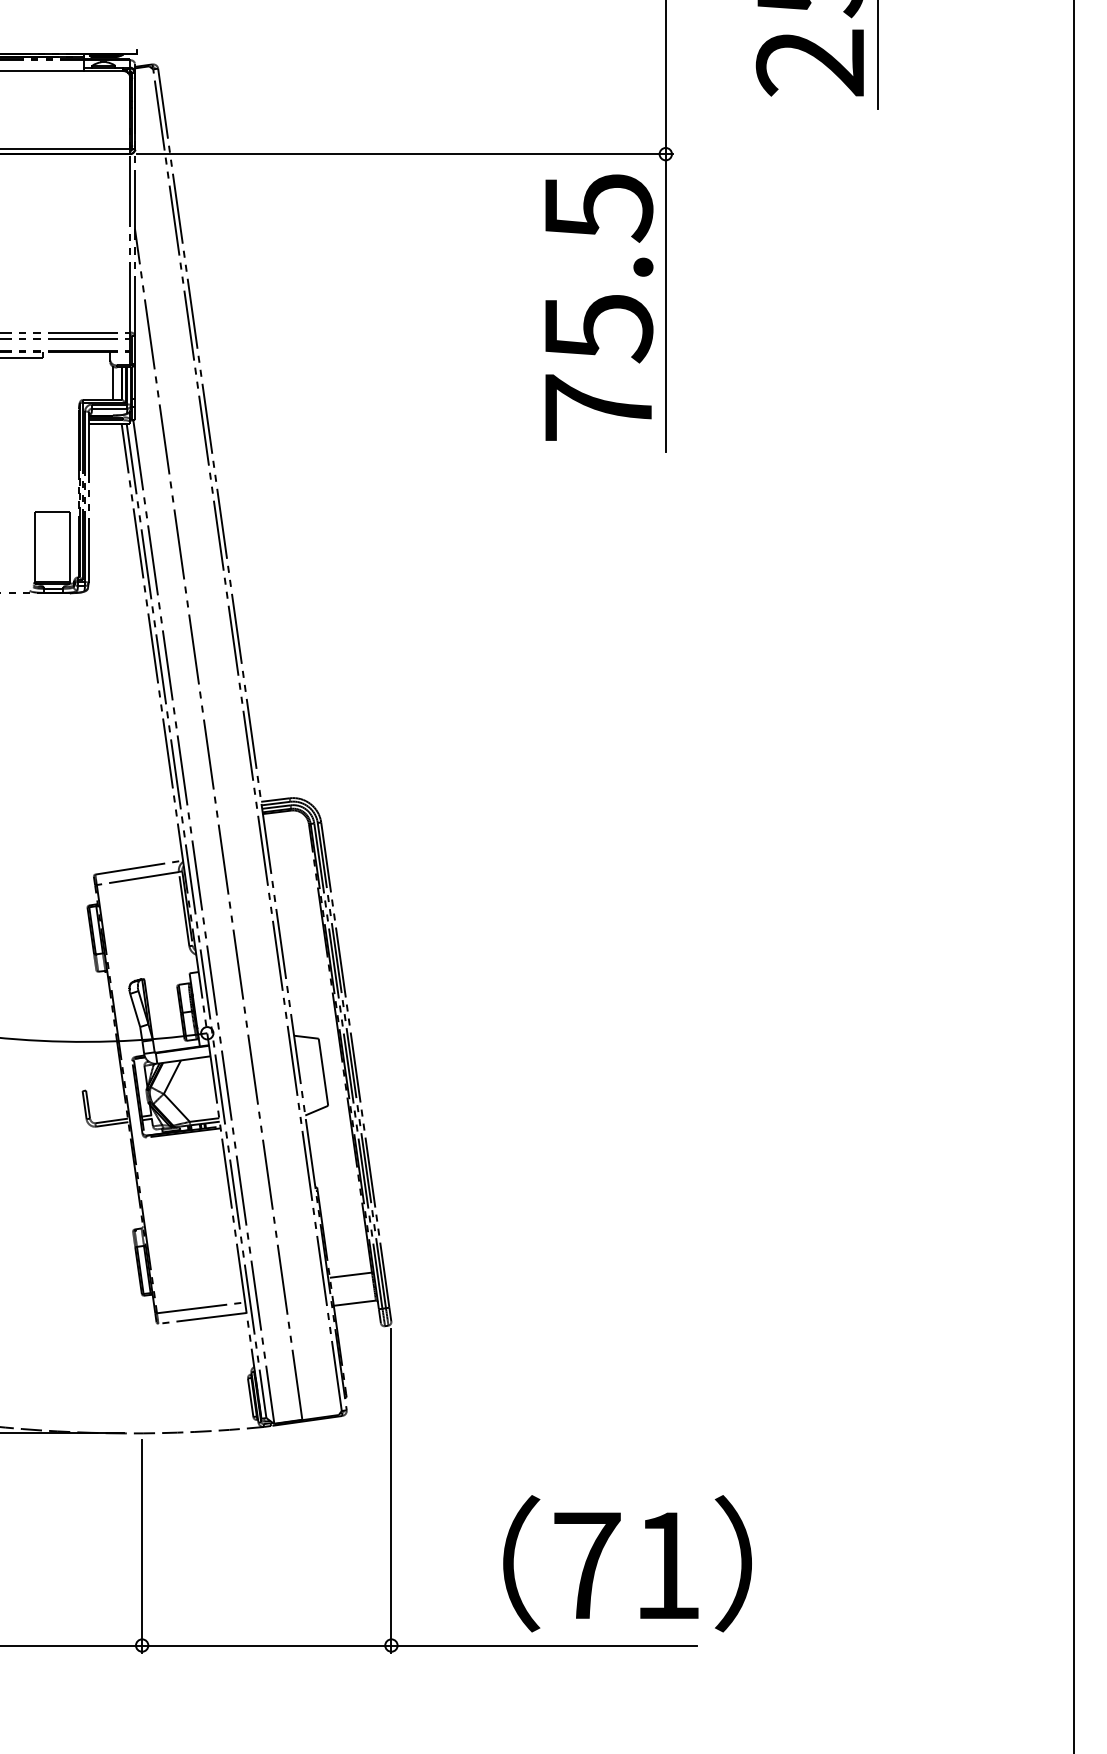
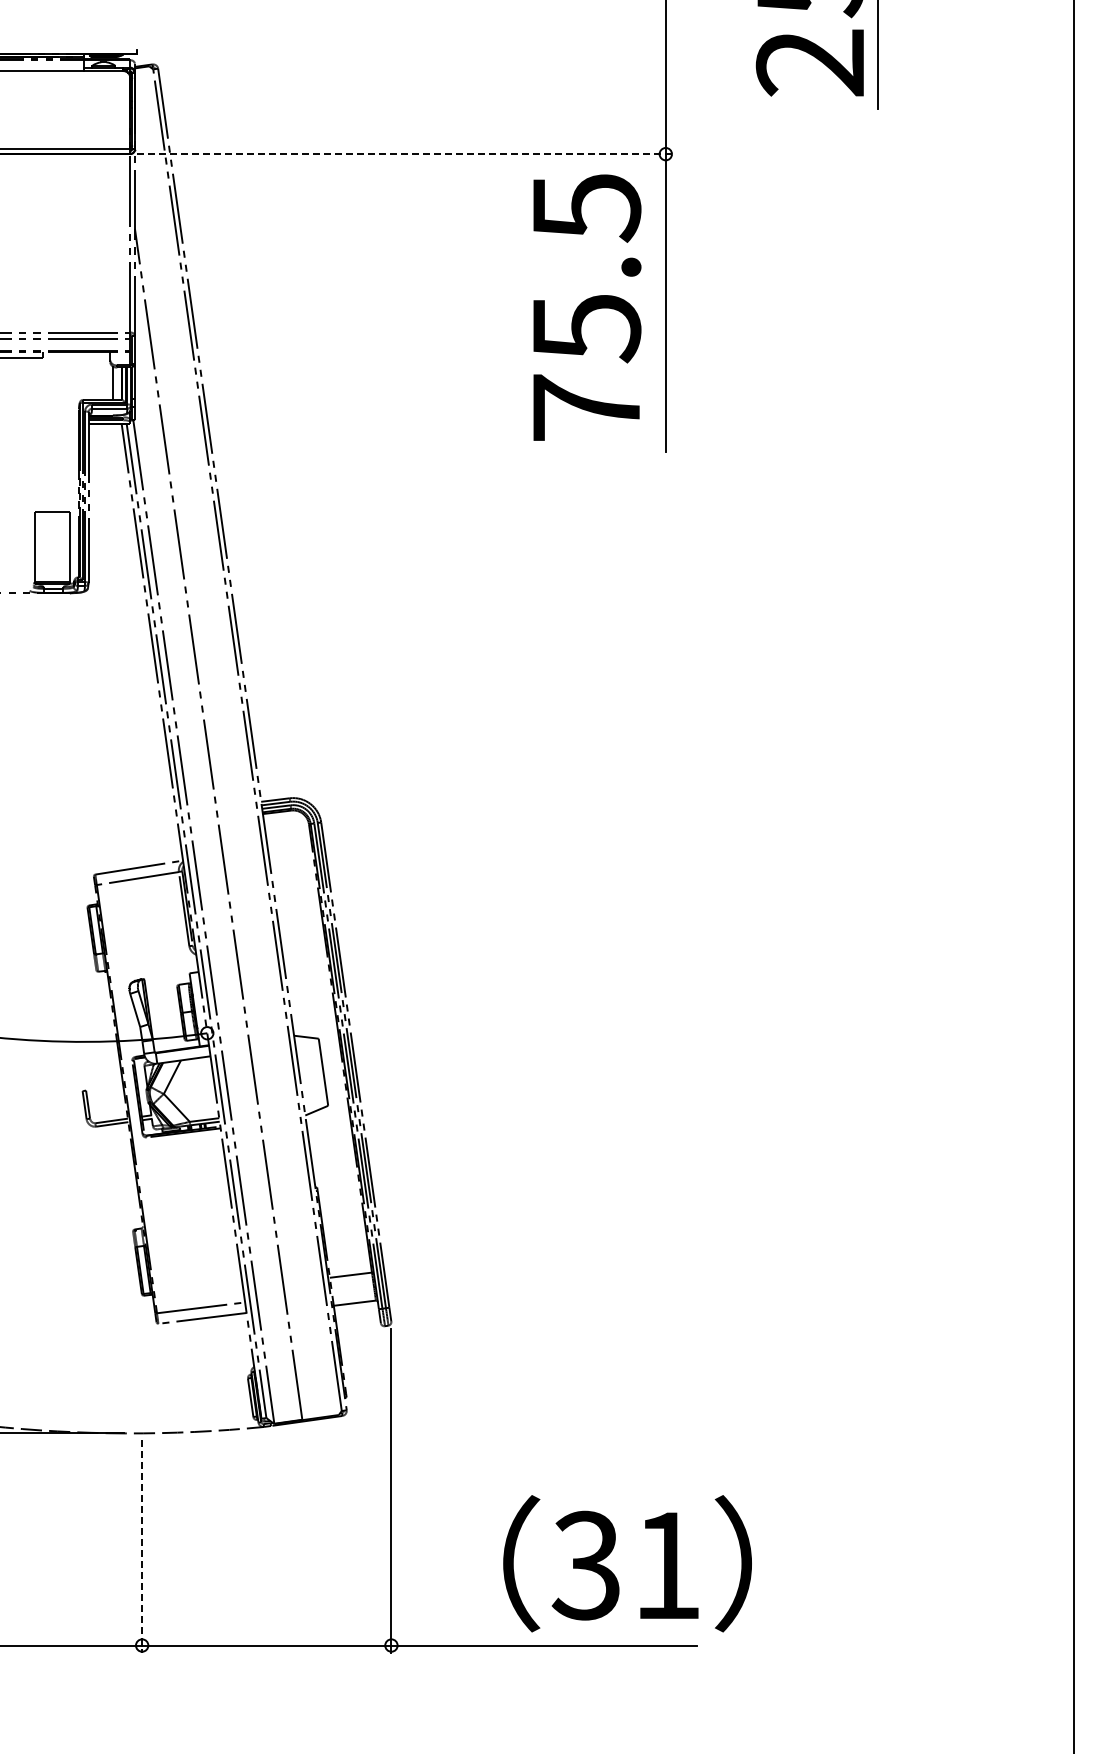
line at (405, 154): solid -> dashed
text at (599, 307) position: (599, 307) -> (587, 307)
line at (142, 1547): solid -> dashed
text at (585, 1565): 71 -> 31
